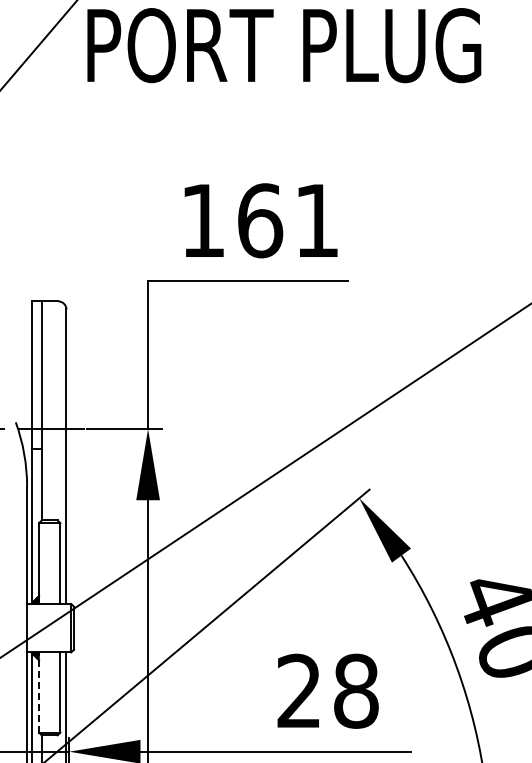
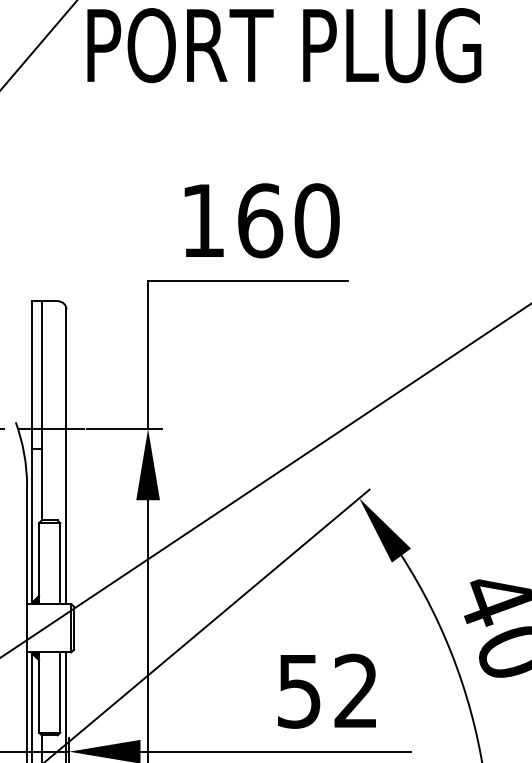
text at (316, 220): 161 -> 160
text at (327, 690): 28 -> 52
line at (39, 692): dashed -> solid
